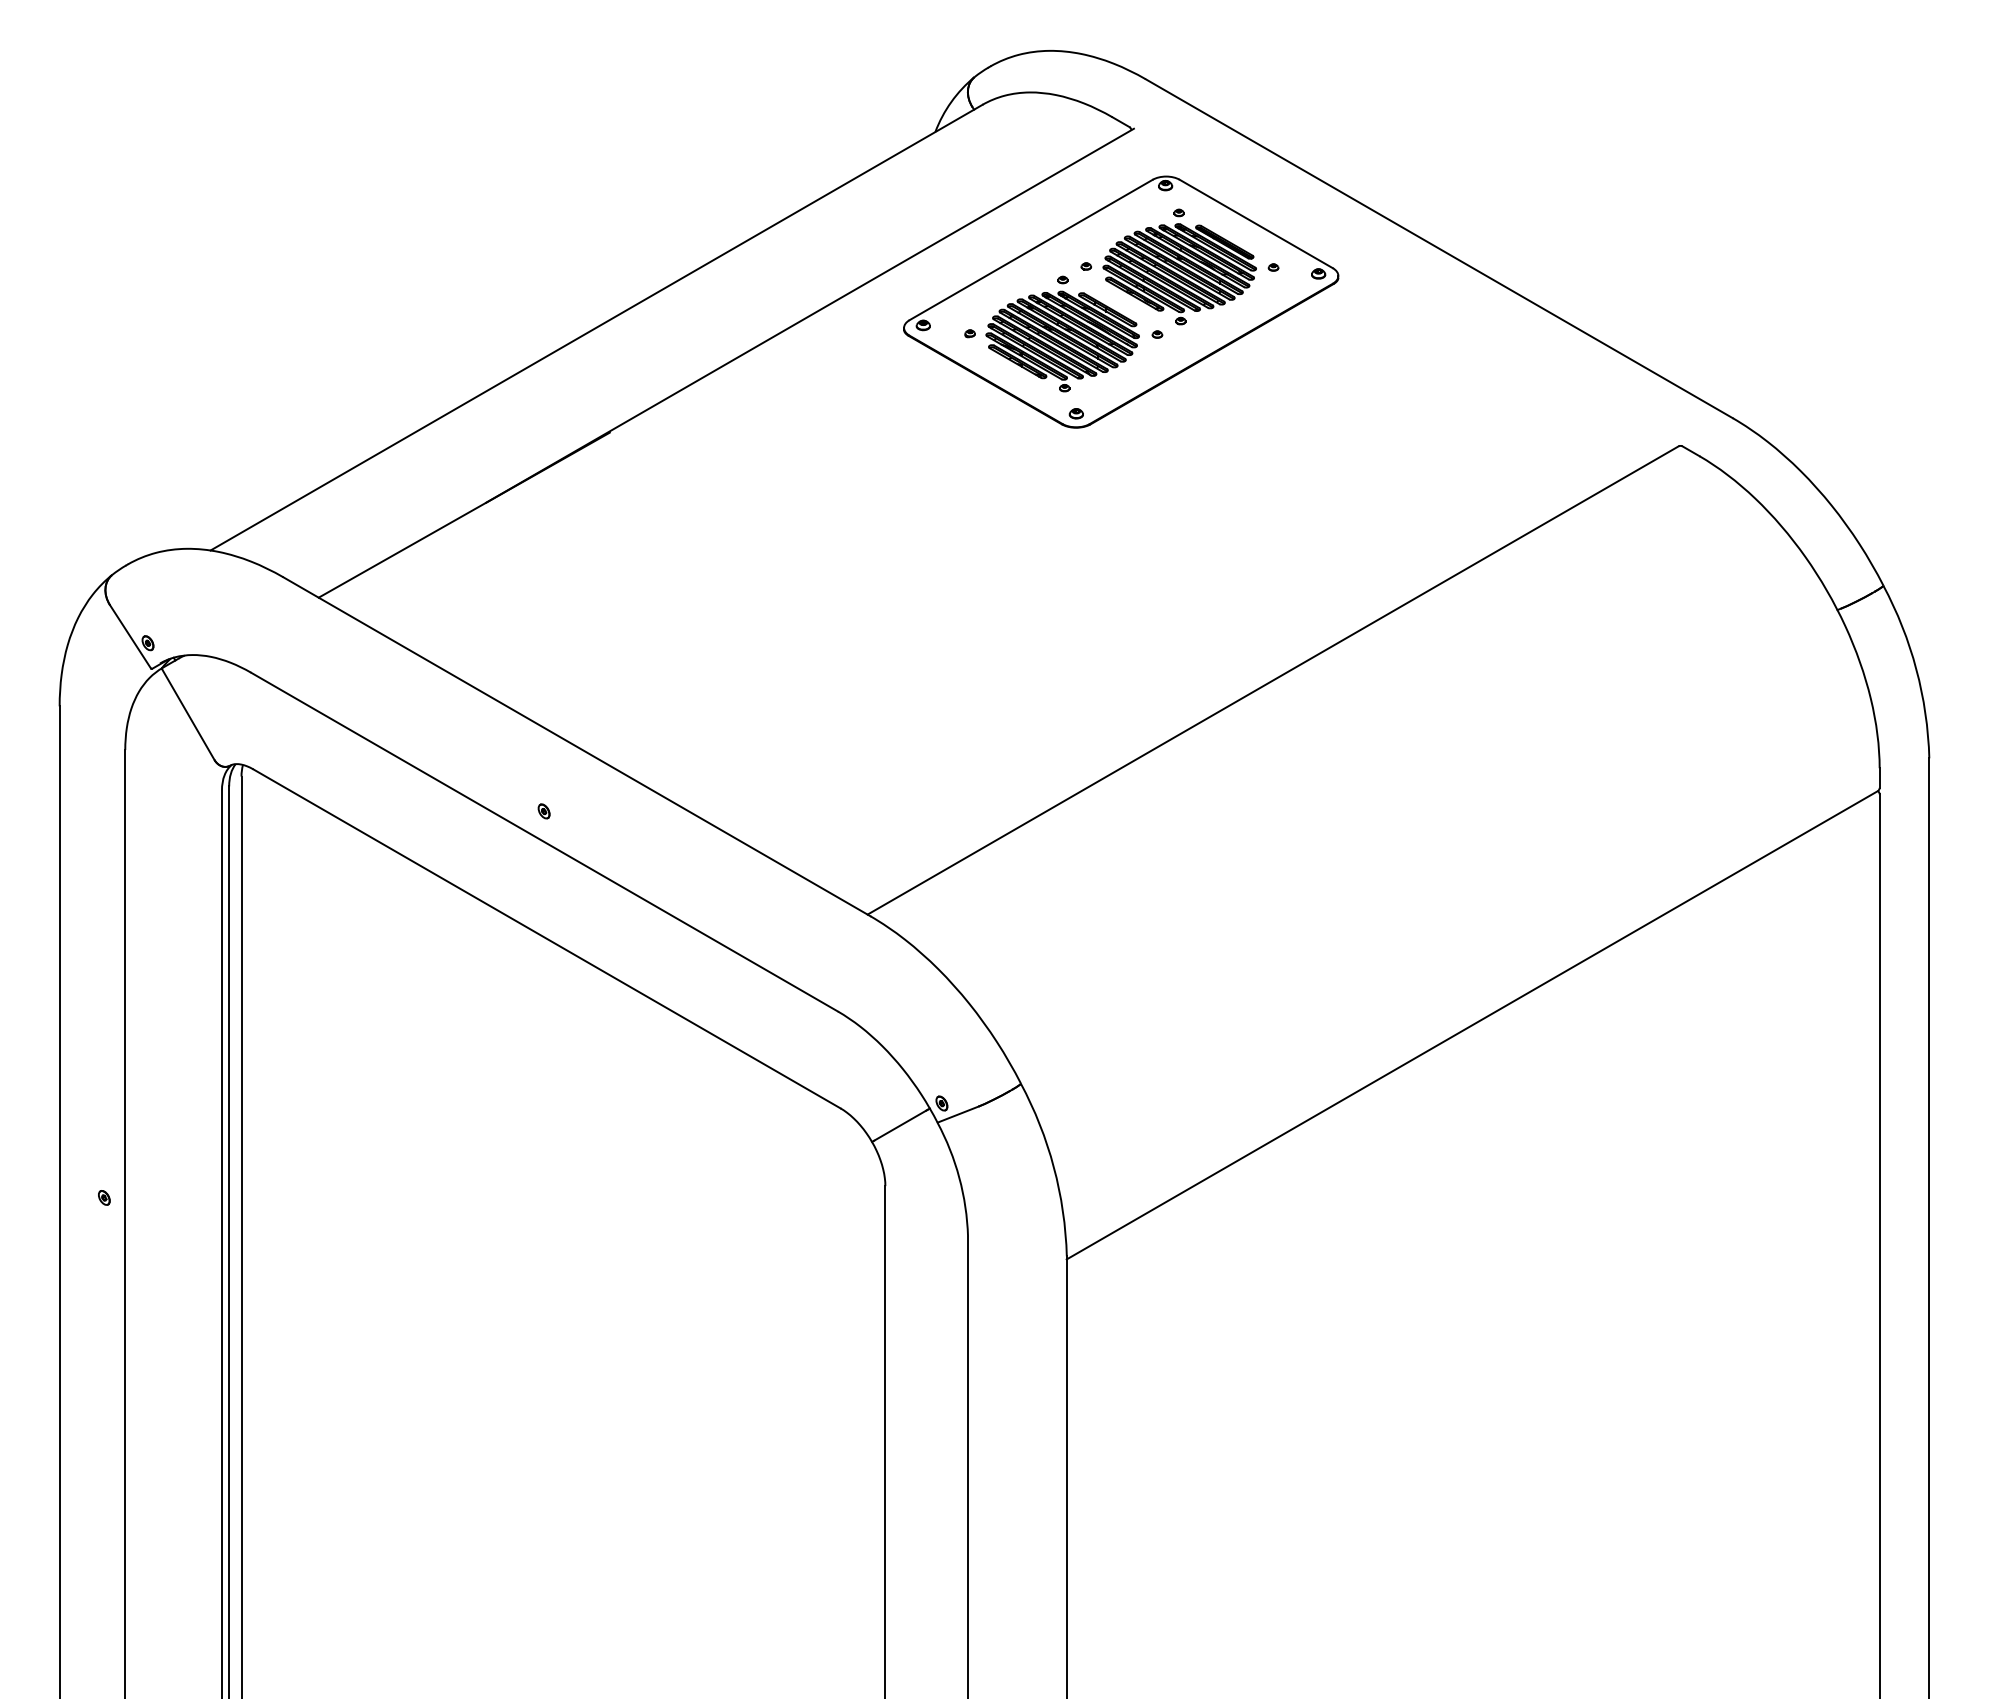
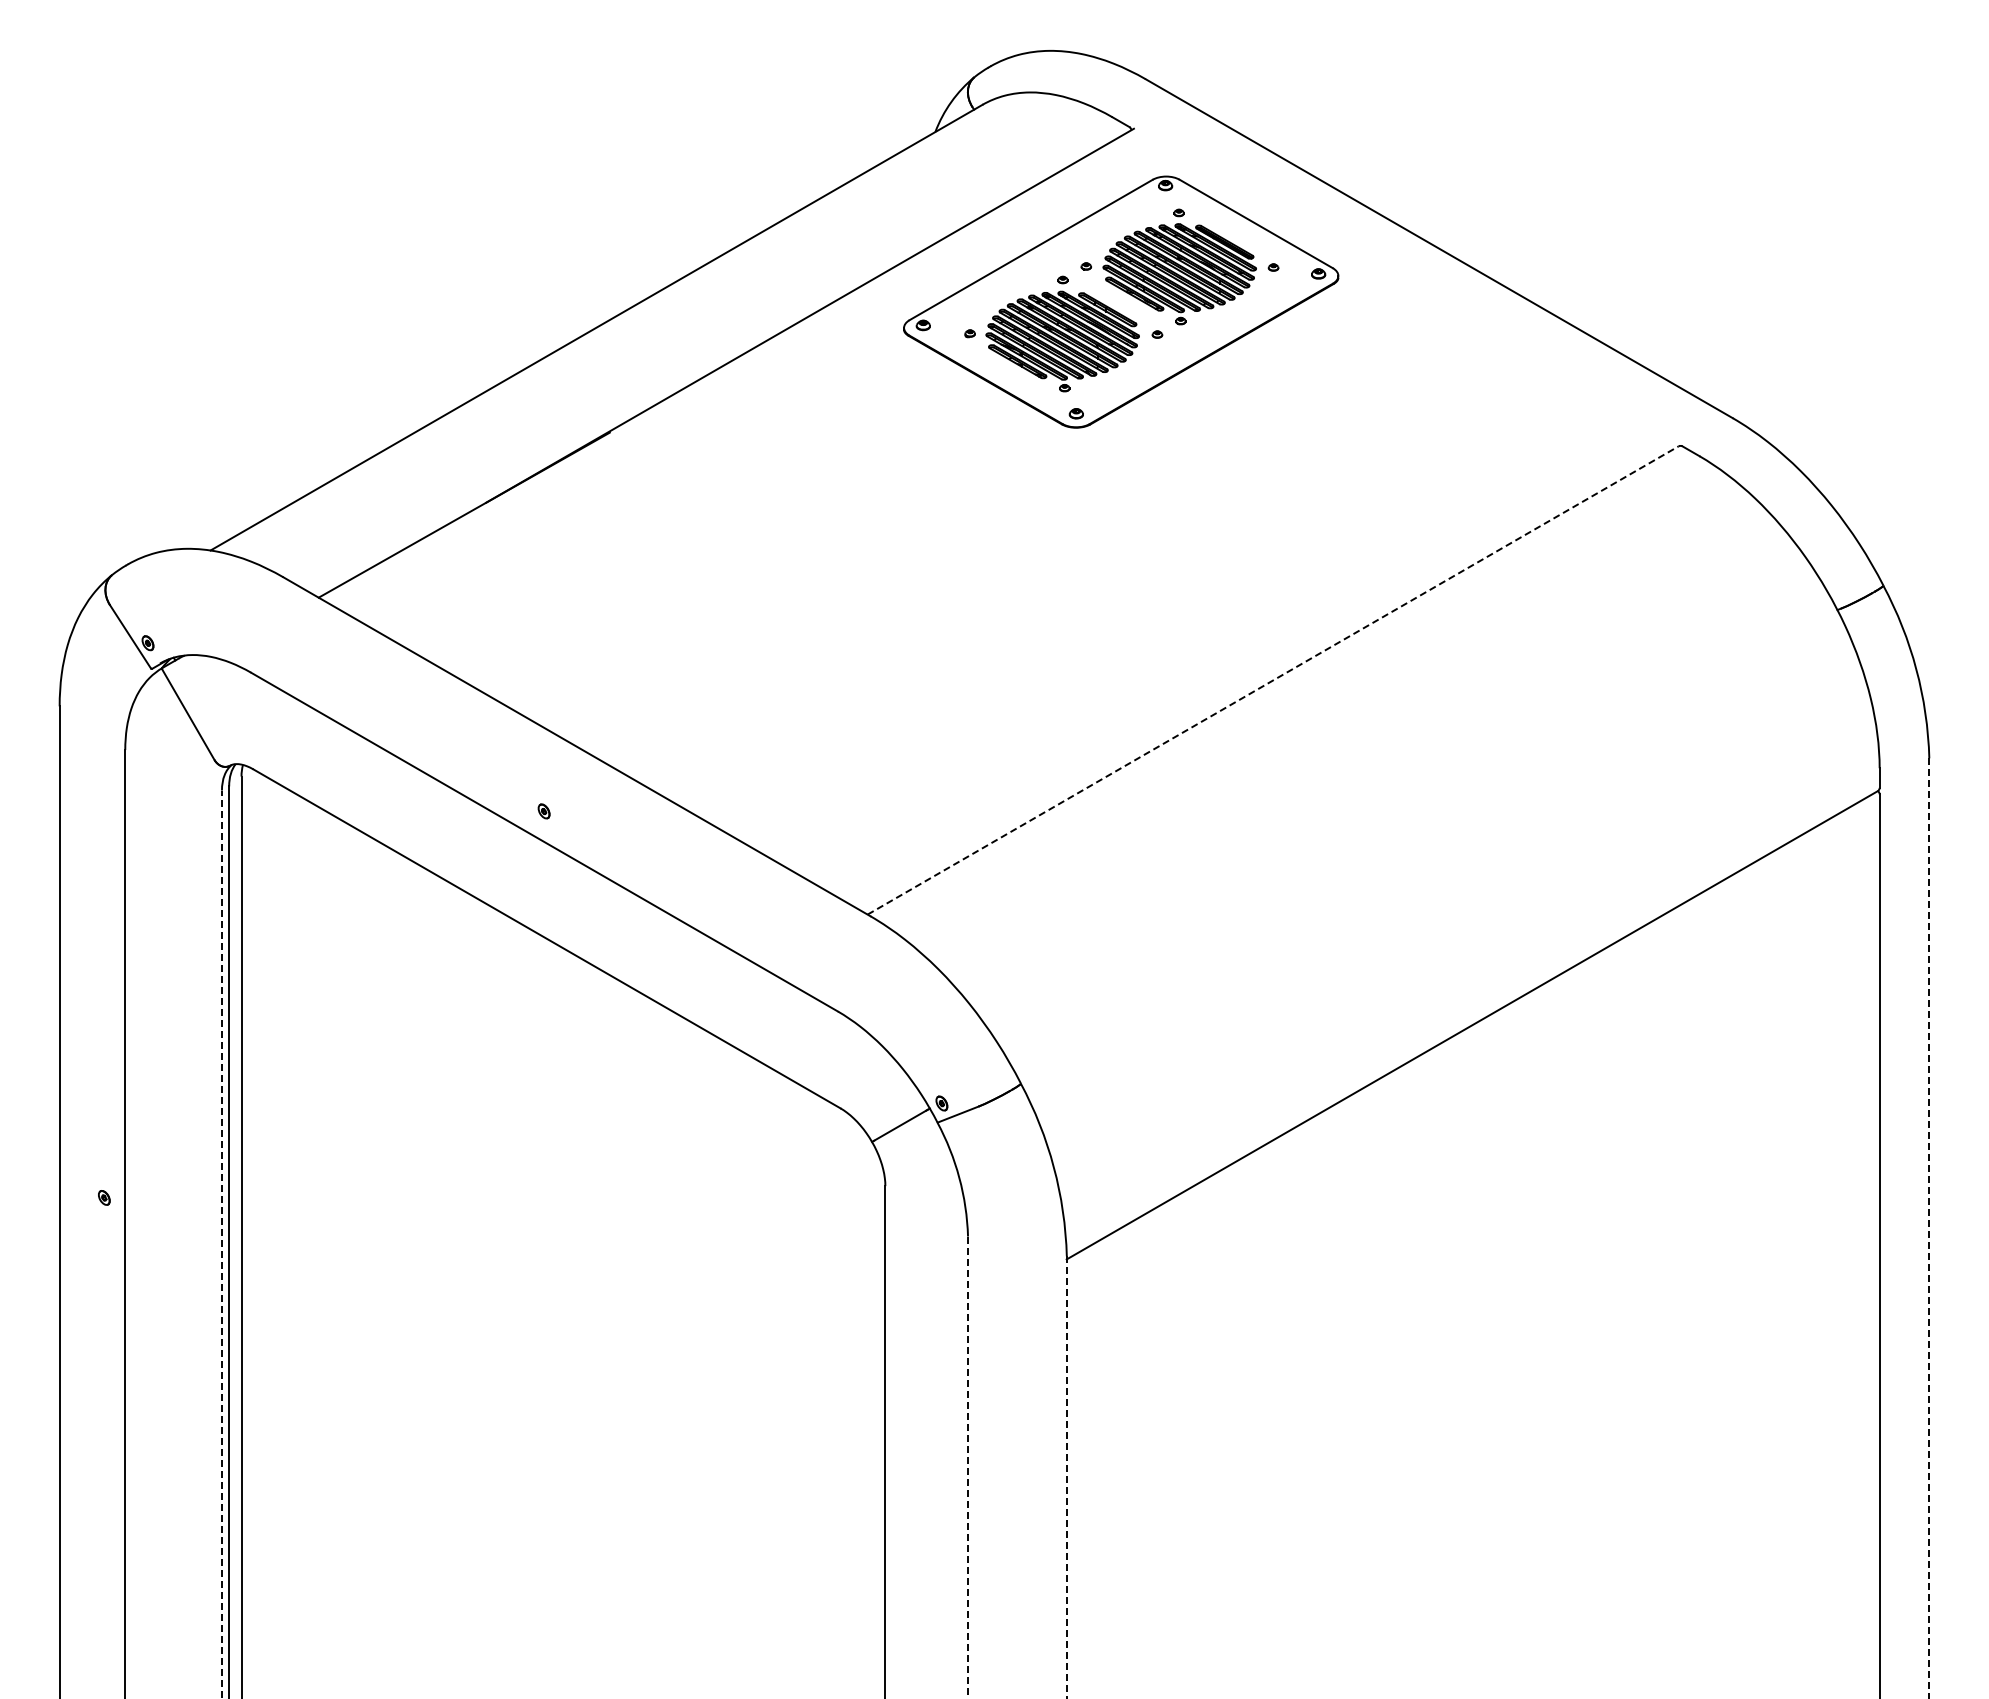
line at (1273, 680): solid -> dashed
line at (1929, 1228): solid -> dashed
line at (221, 1244): solid -> dashed
line at (967, 1467): solid -> dashed
line at (1066, 1477): solid -> dashed
